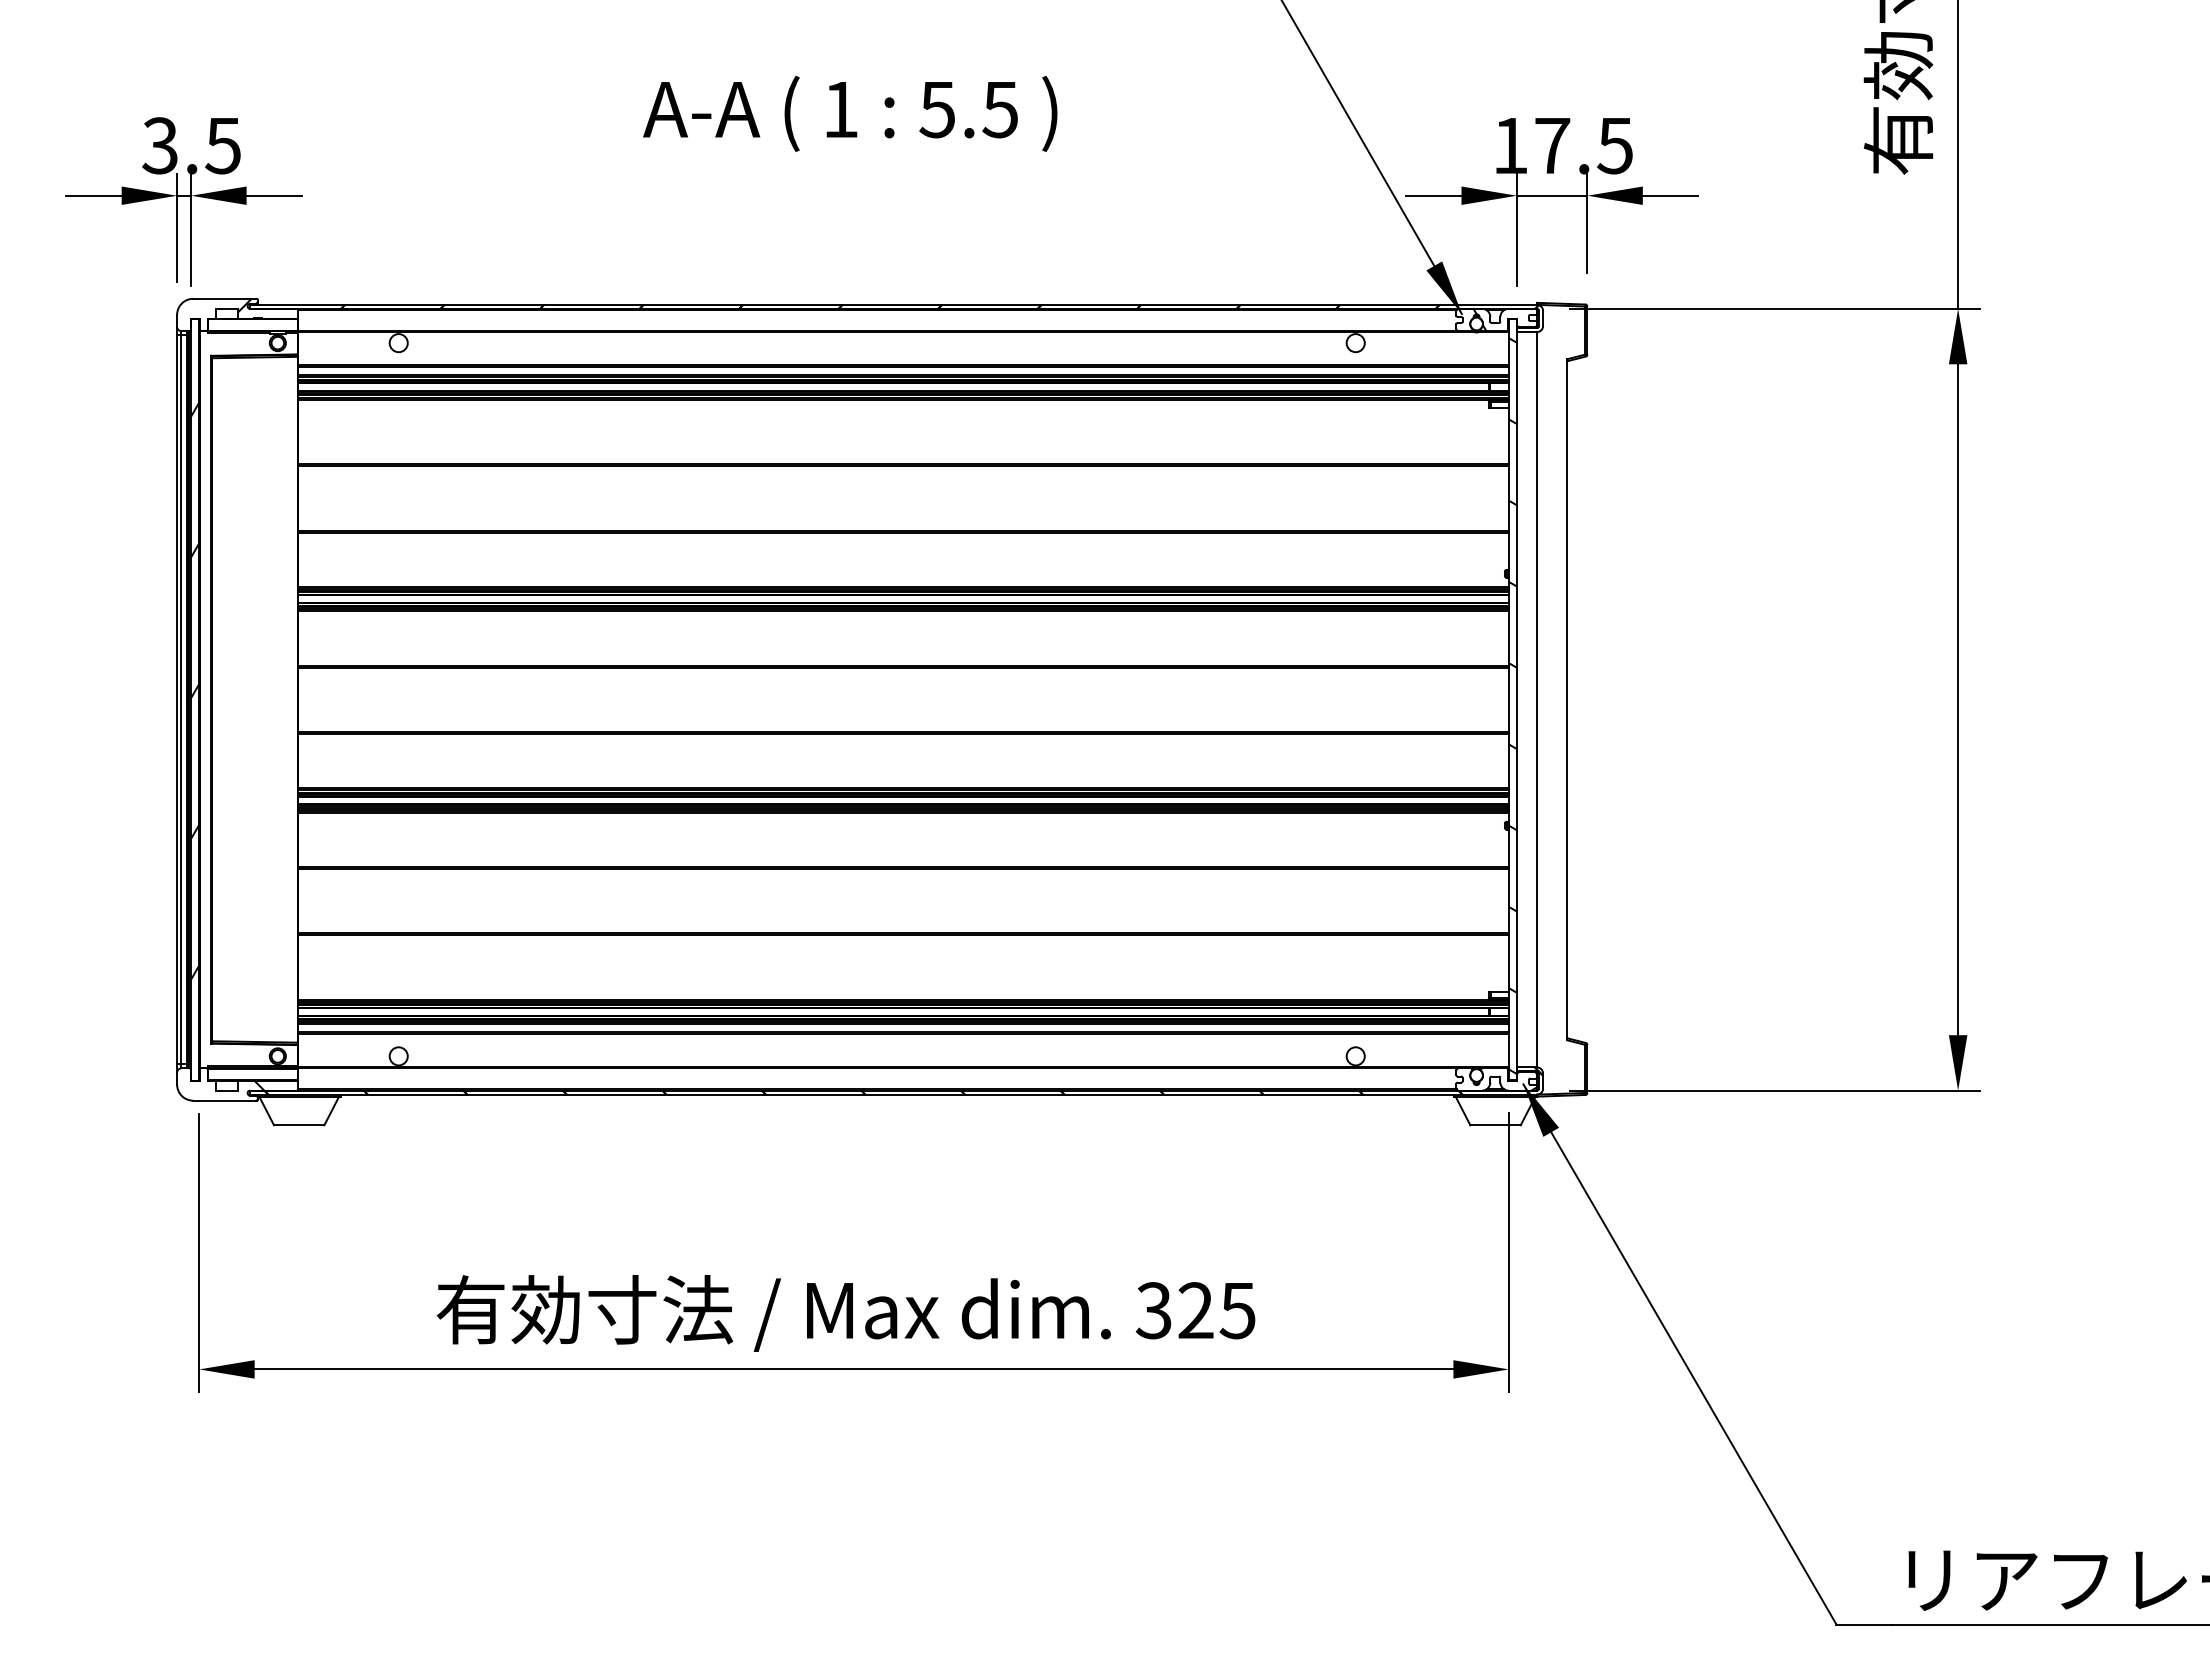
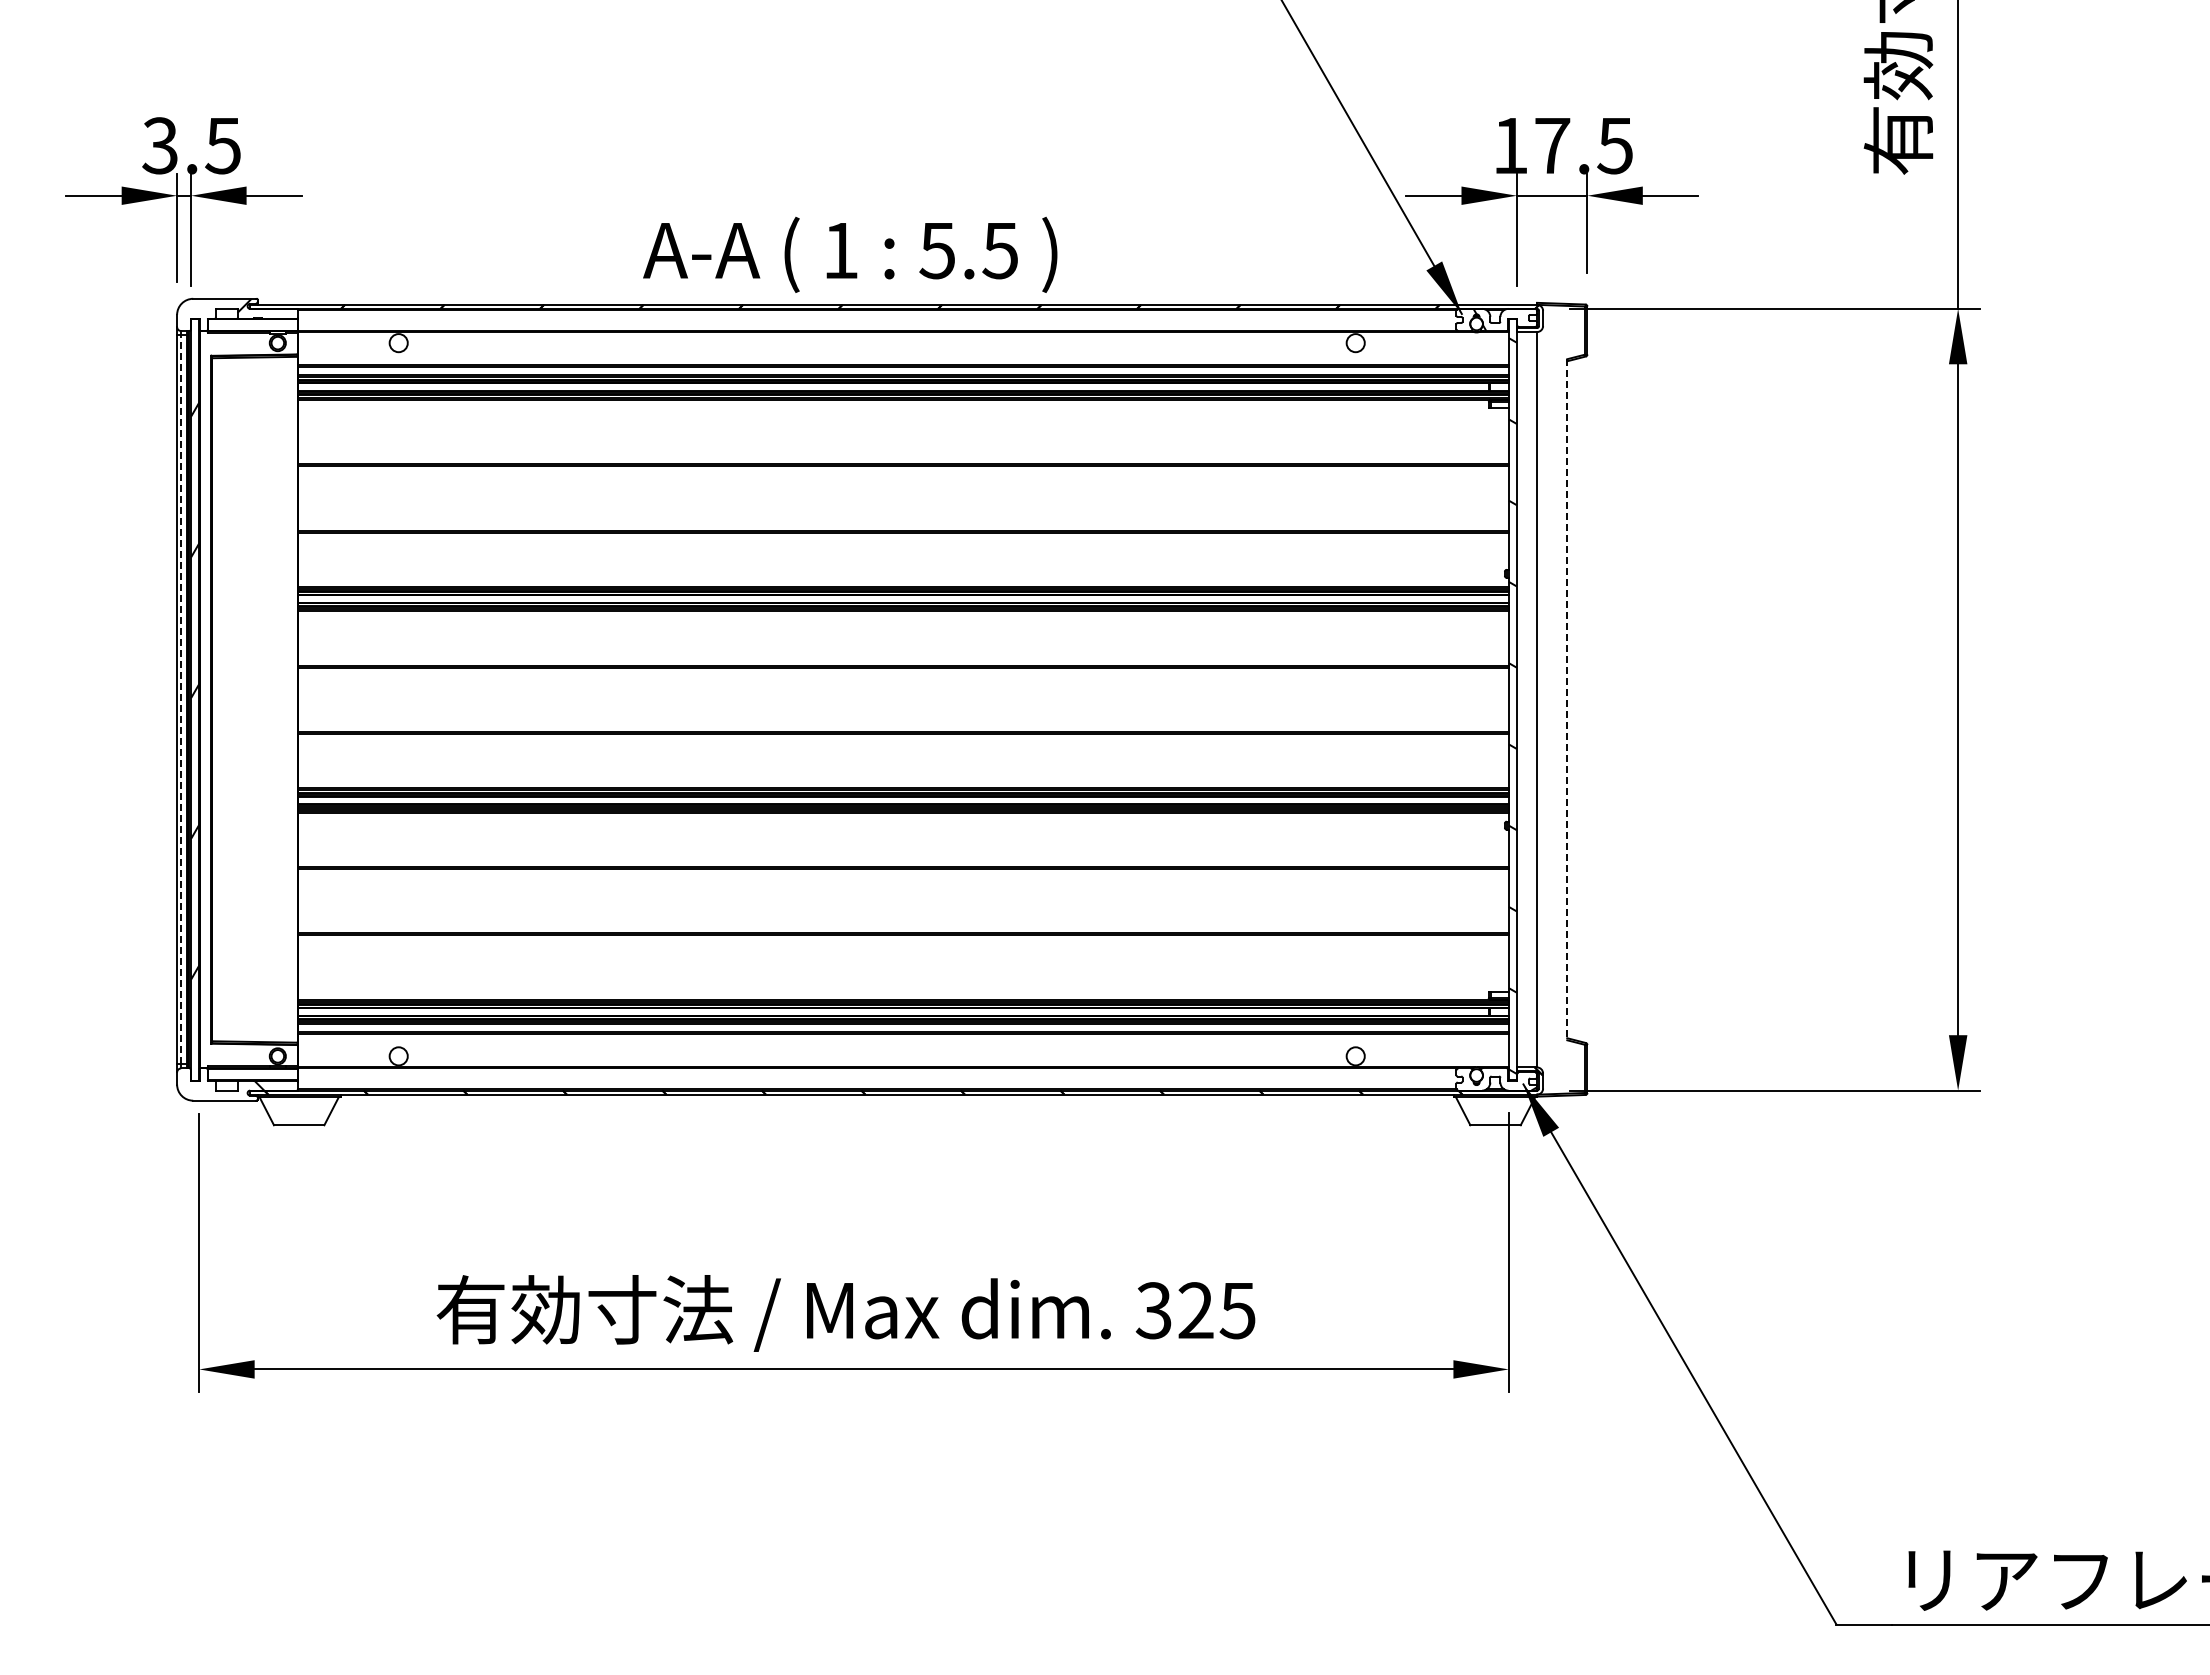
text at (850, 113) position: (850, 113) -> (850, 254)
line at (181, 699): solid -> dashed
line at (1567, 699): solid -> dashed
